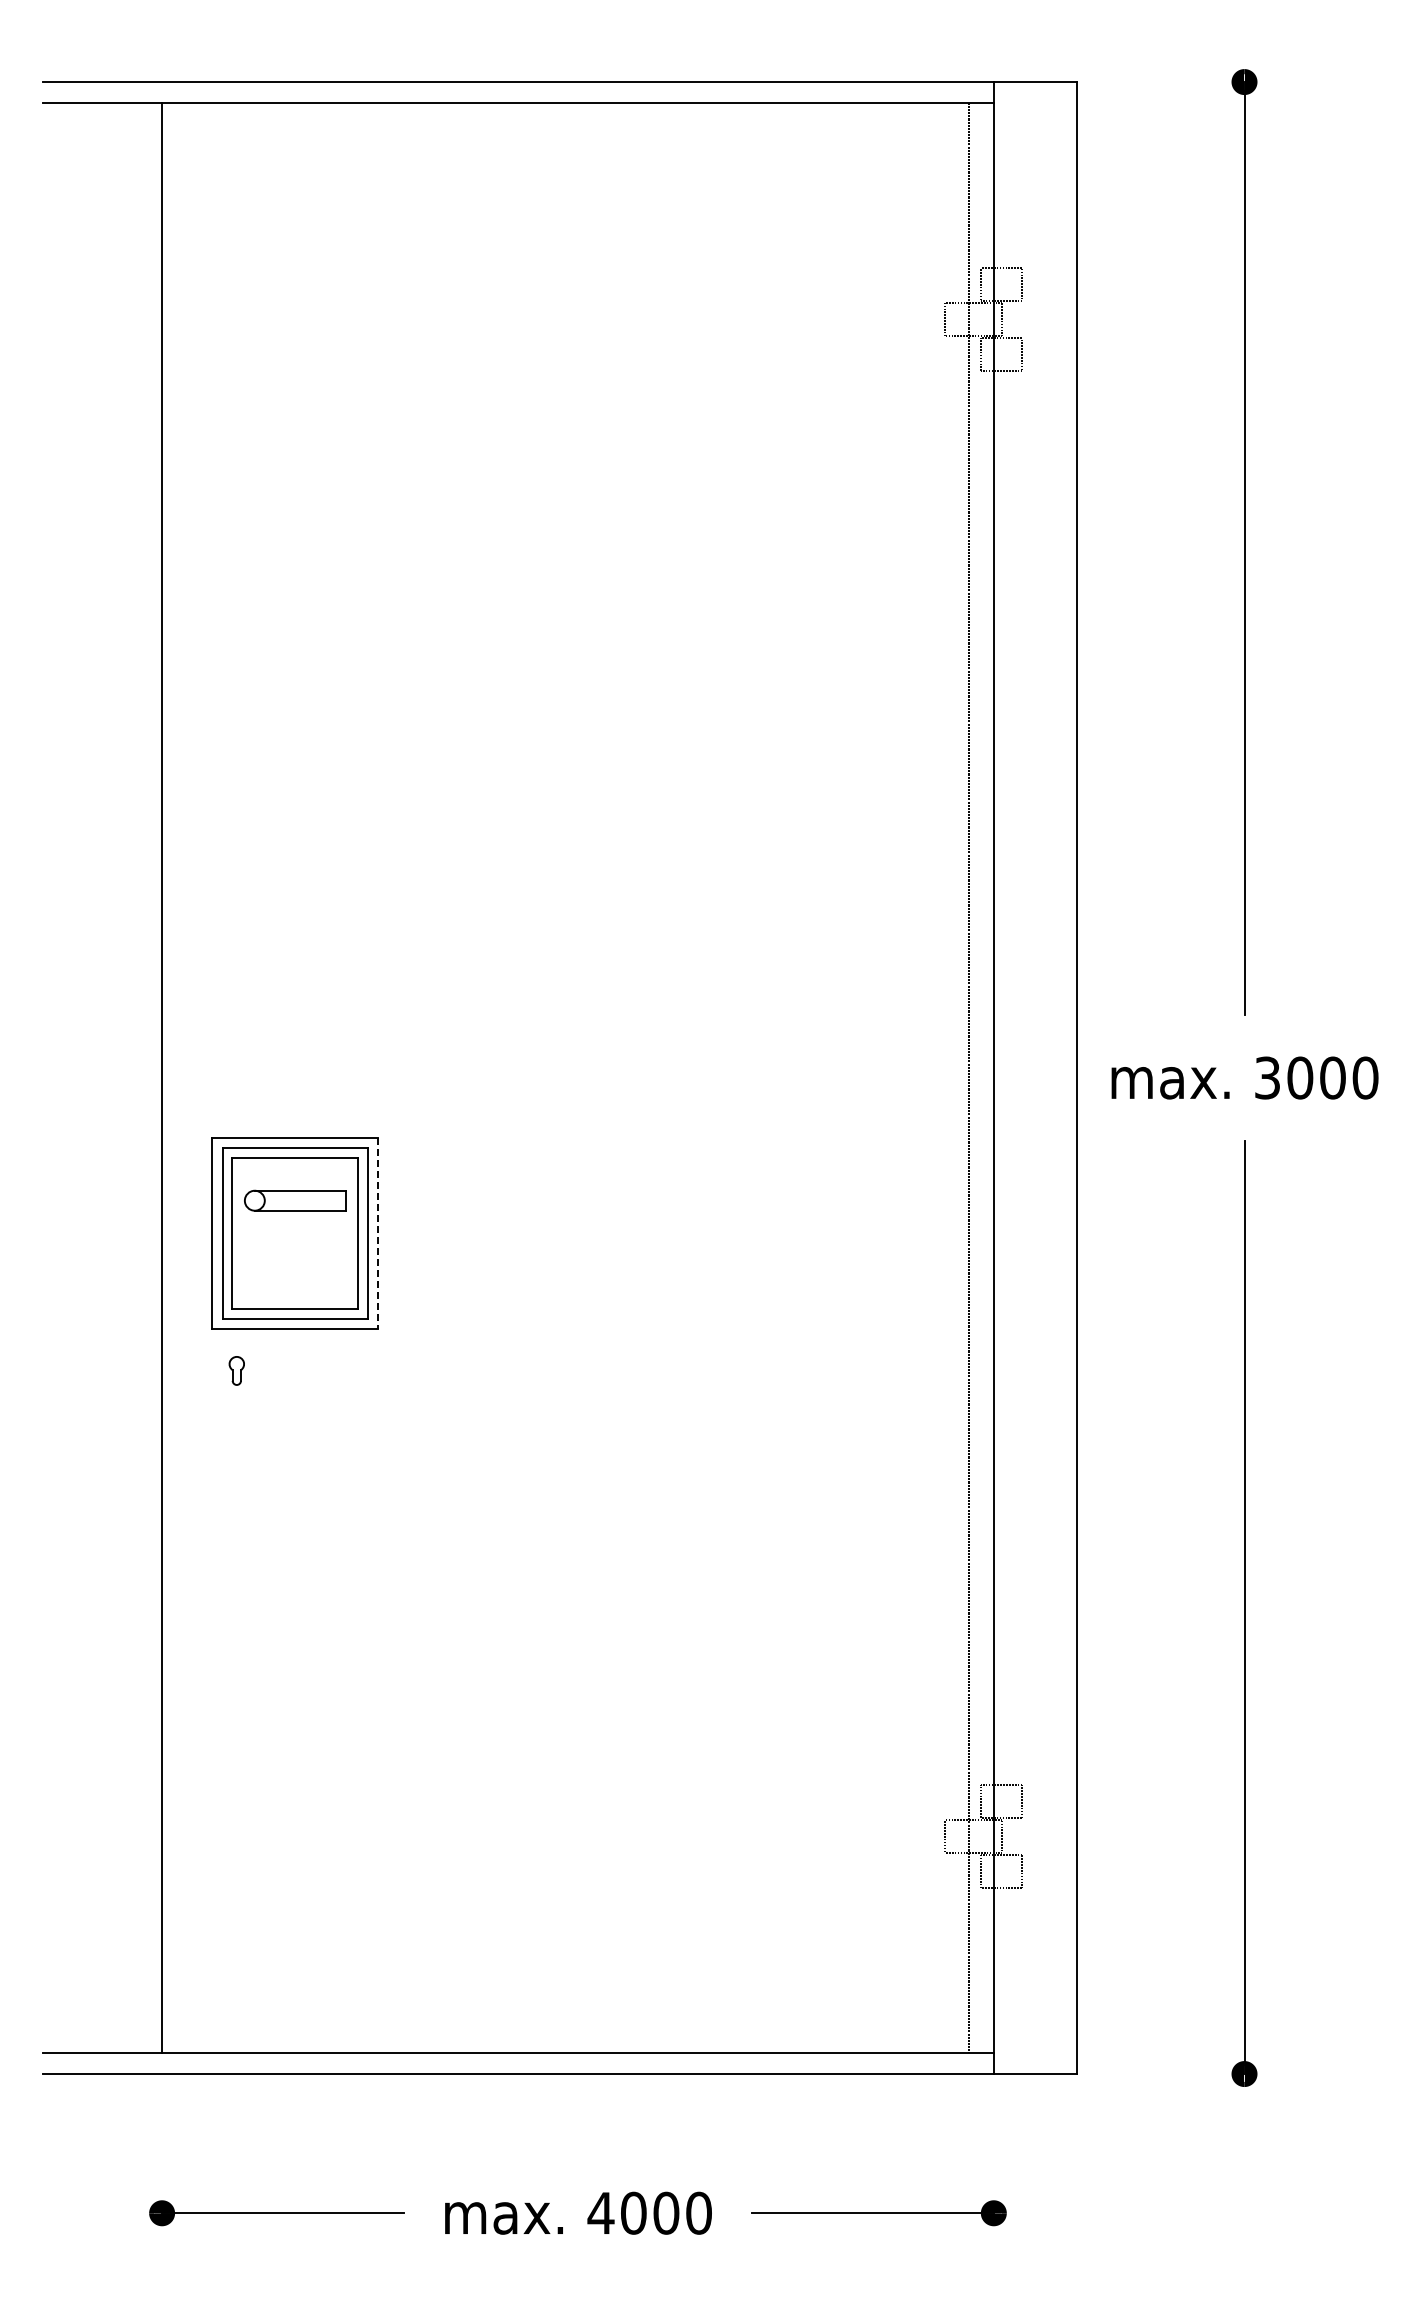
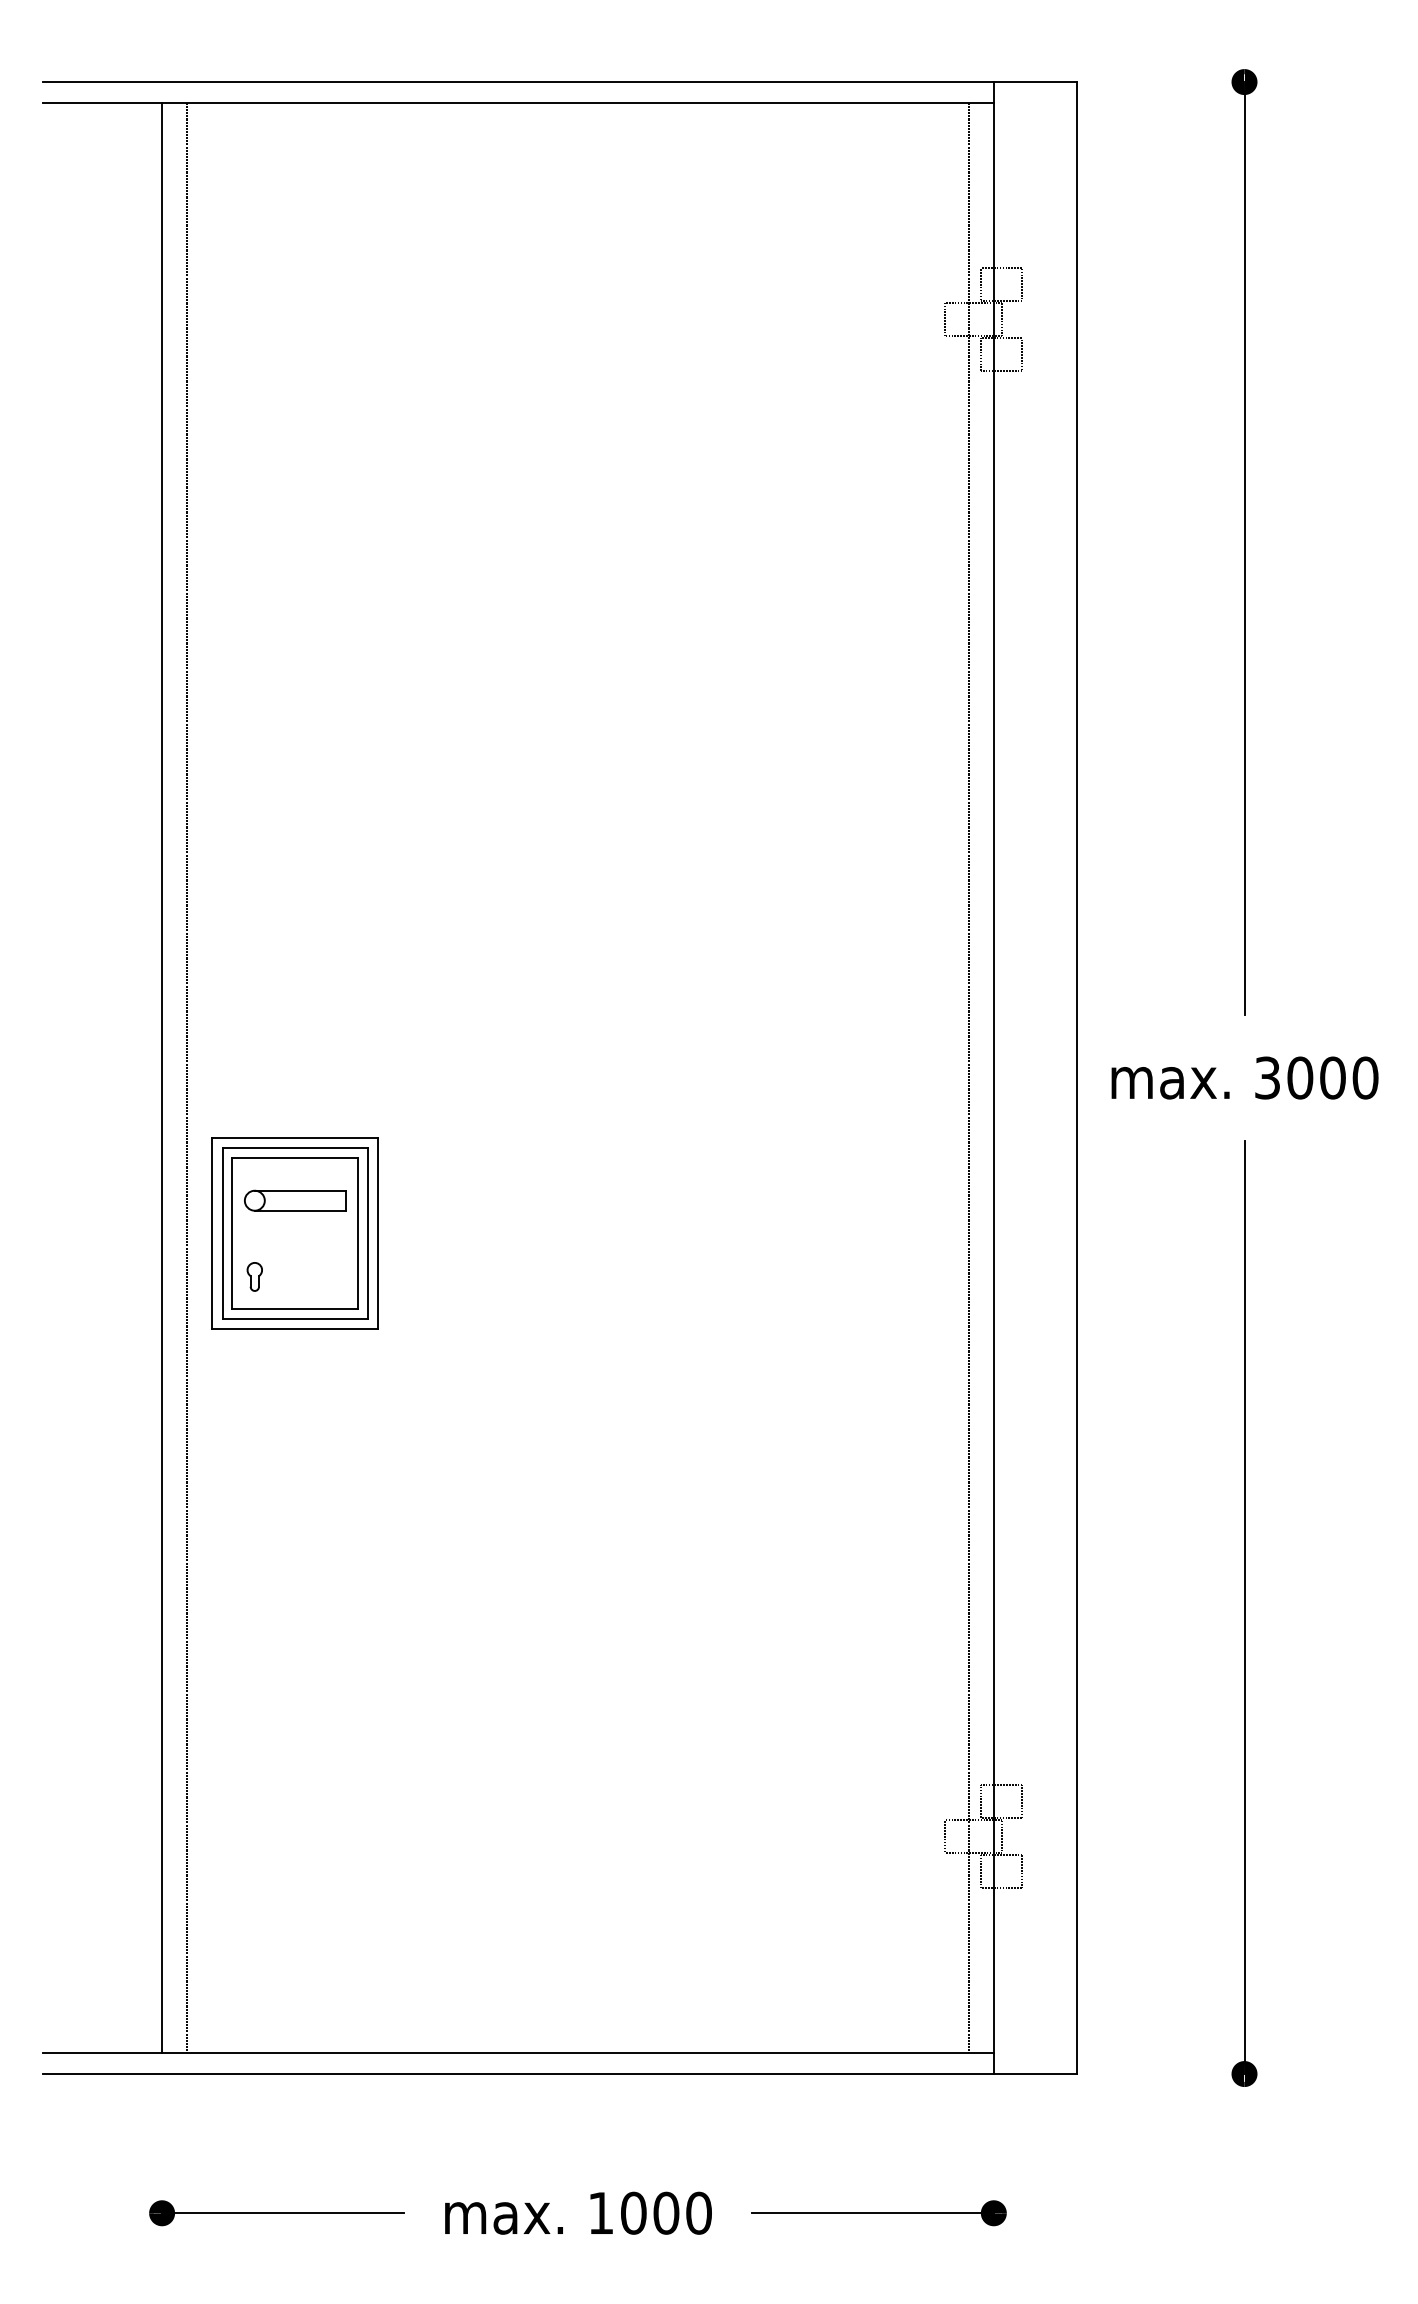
line at (187, 1077): none -> present
line at (378, 1233): dashed -> solid
part at (236, 1370) position: (236, 1370) -> (254, 1276)
text at (600, 2212): 4000 -> 1000
